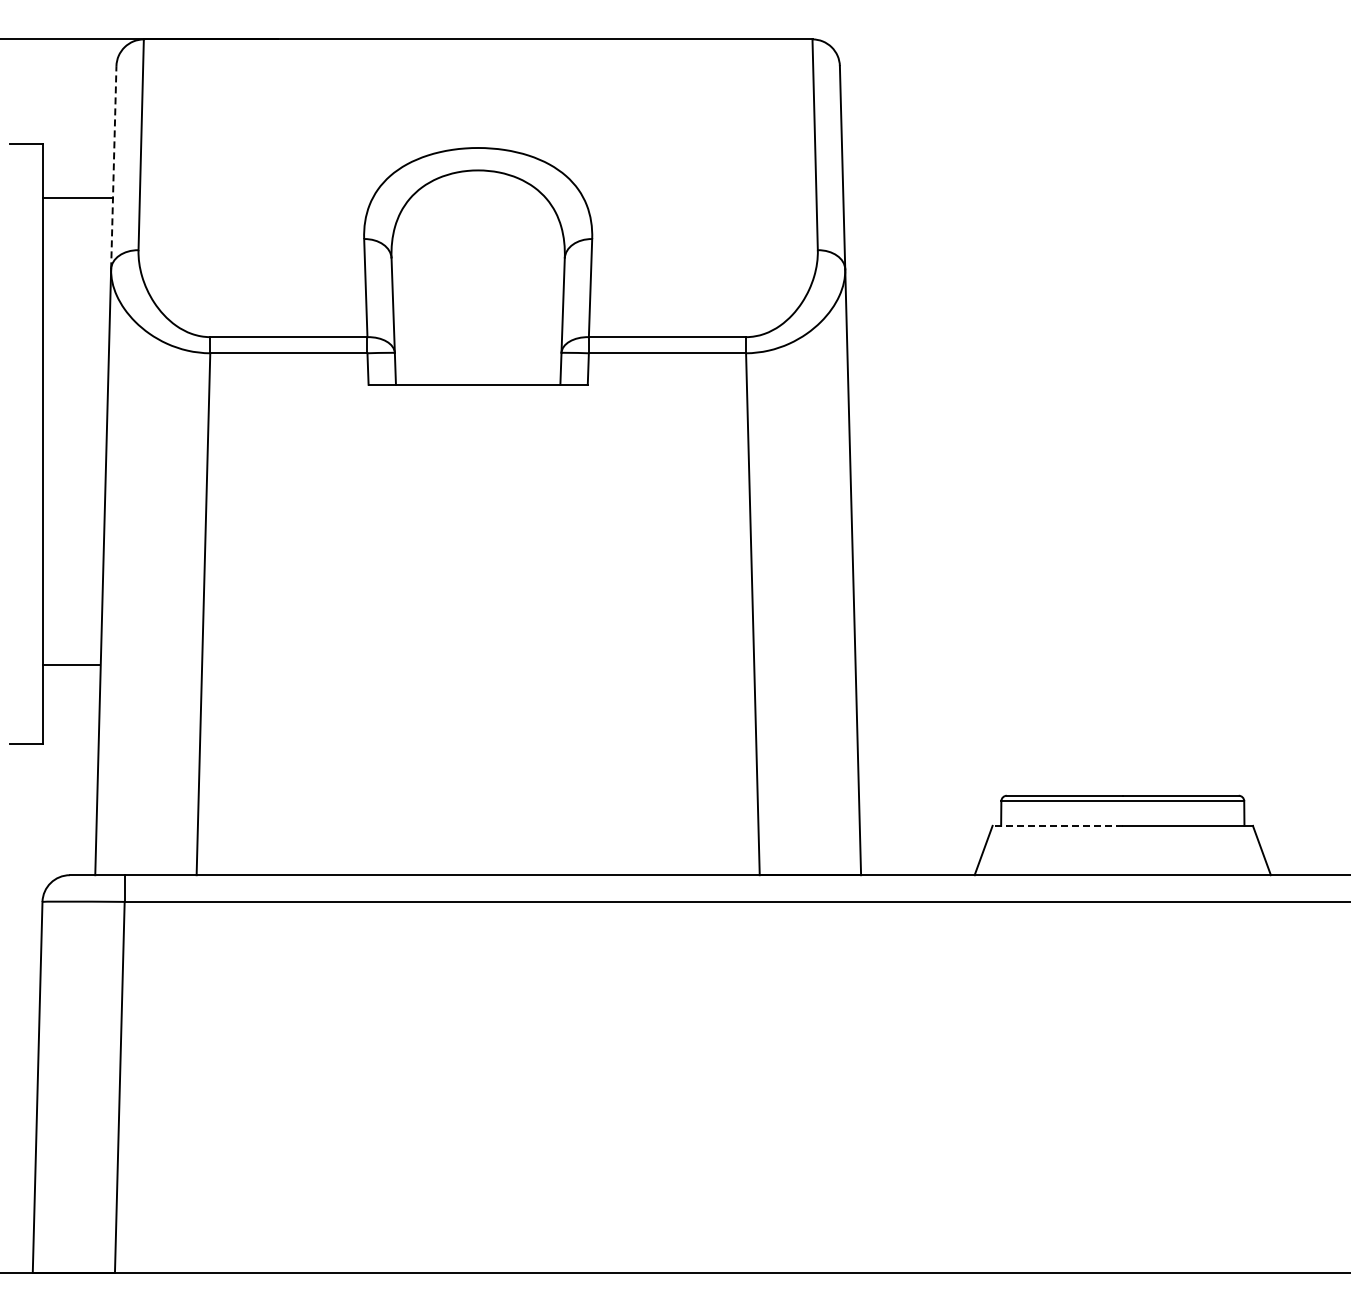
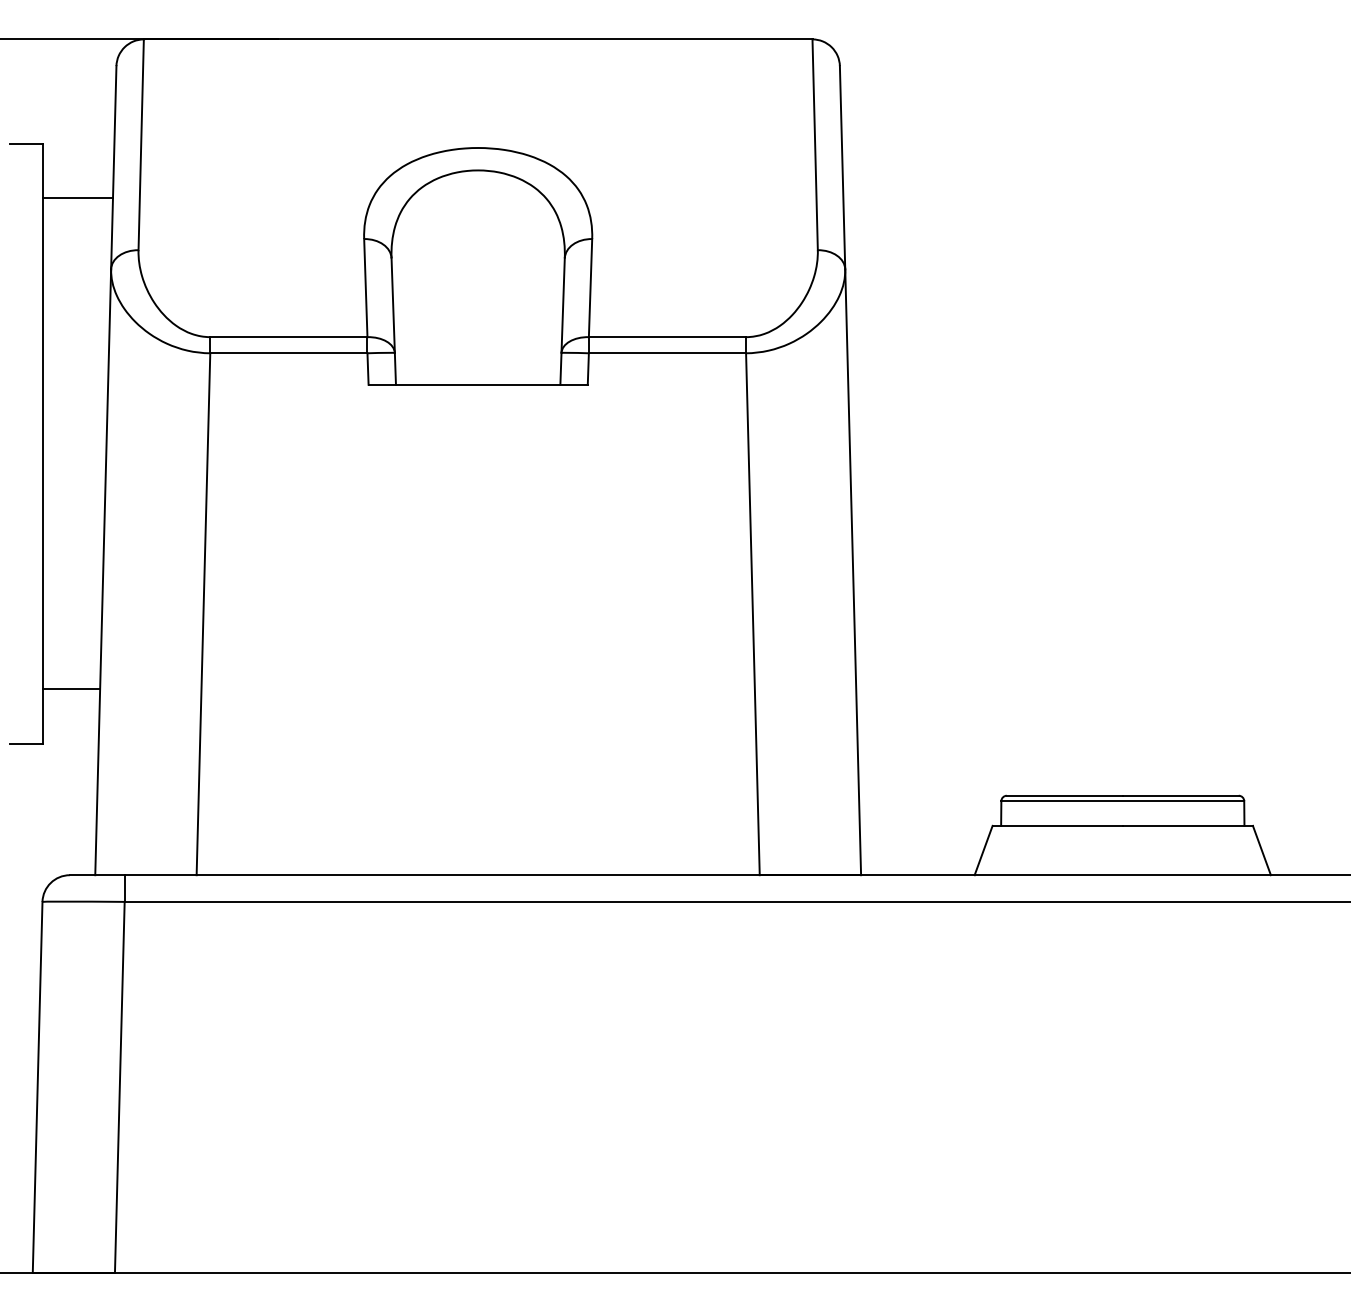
line at (113, 167): dashed -> solid
line at (71, 665) position: (71, 665) -> (71, 689)
line at (1057, 825): dashed -> solid
